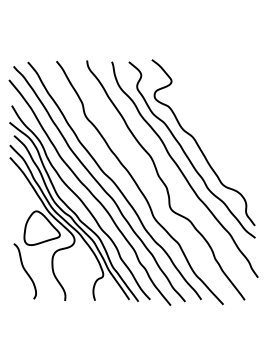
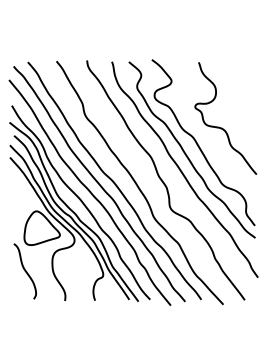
curve at (221, 127): none -> present
